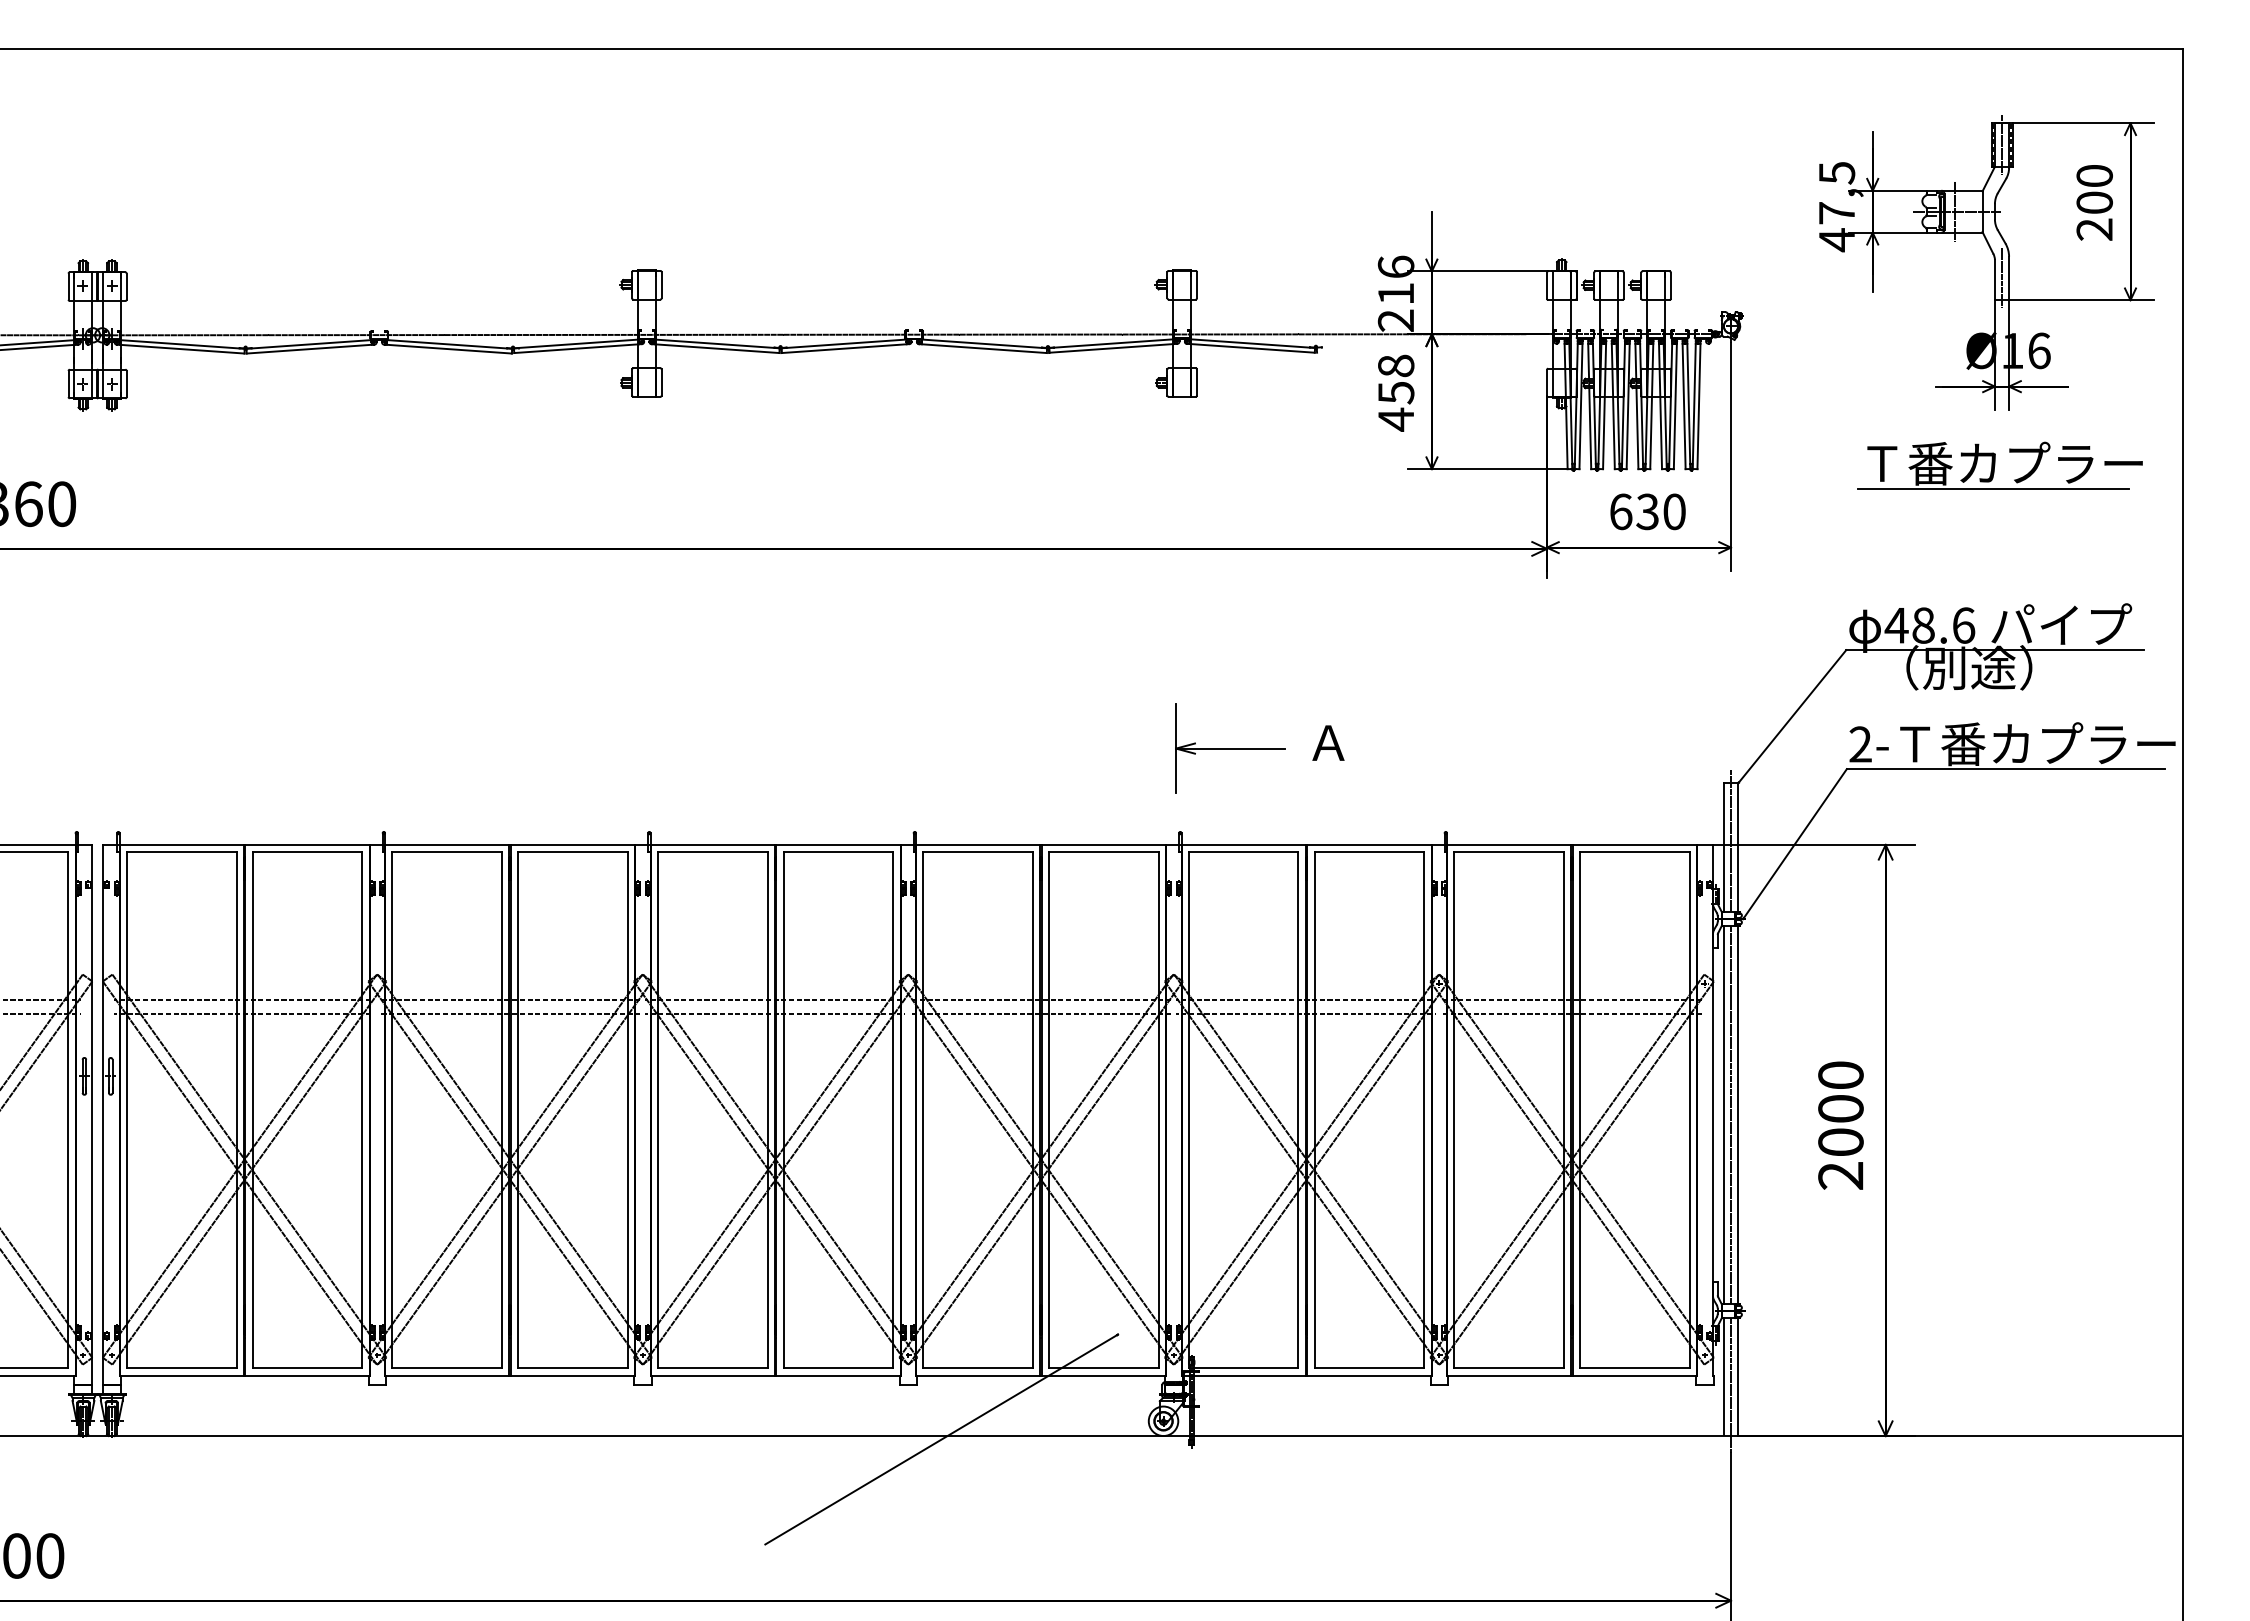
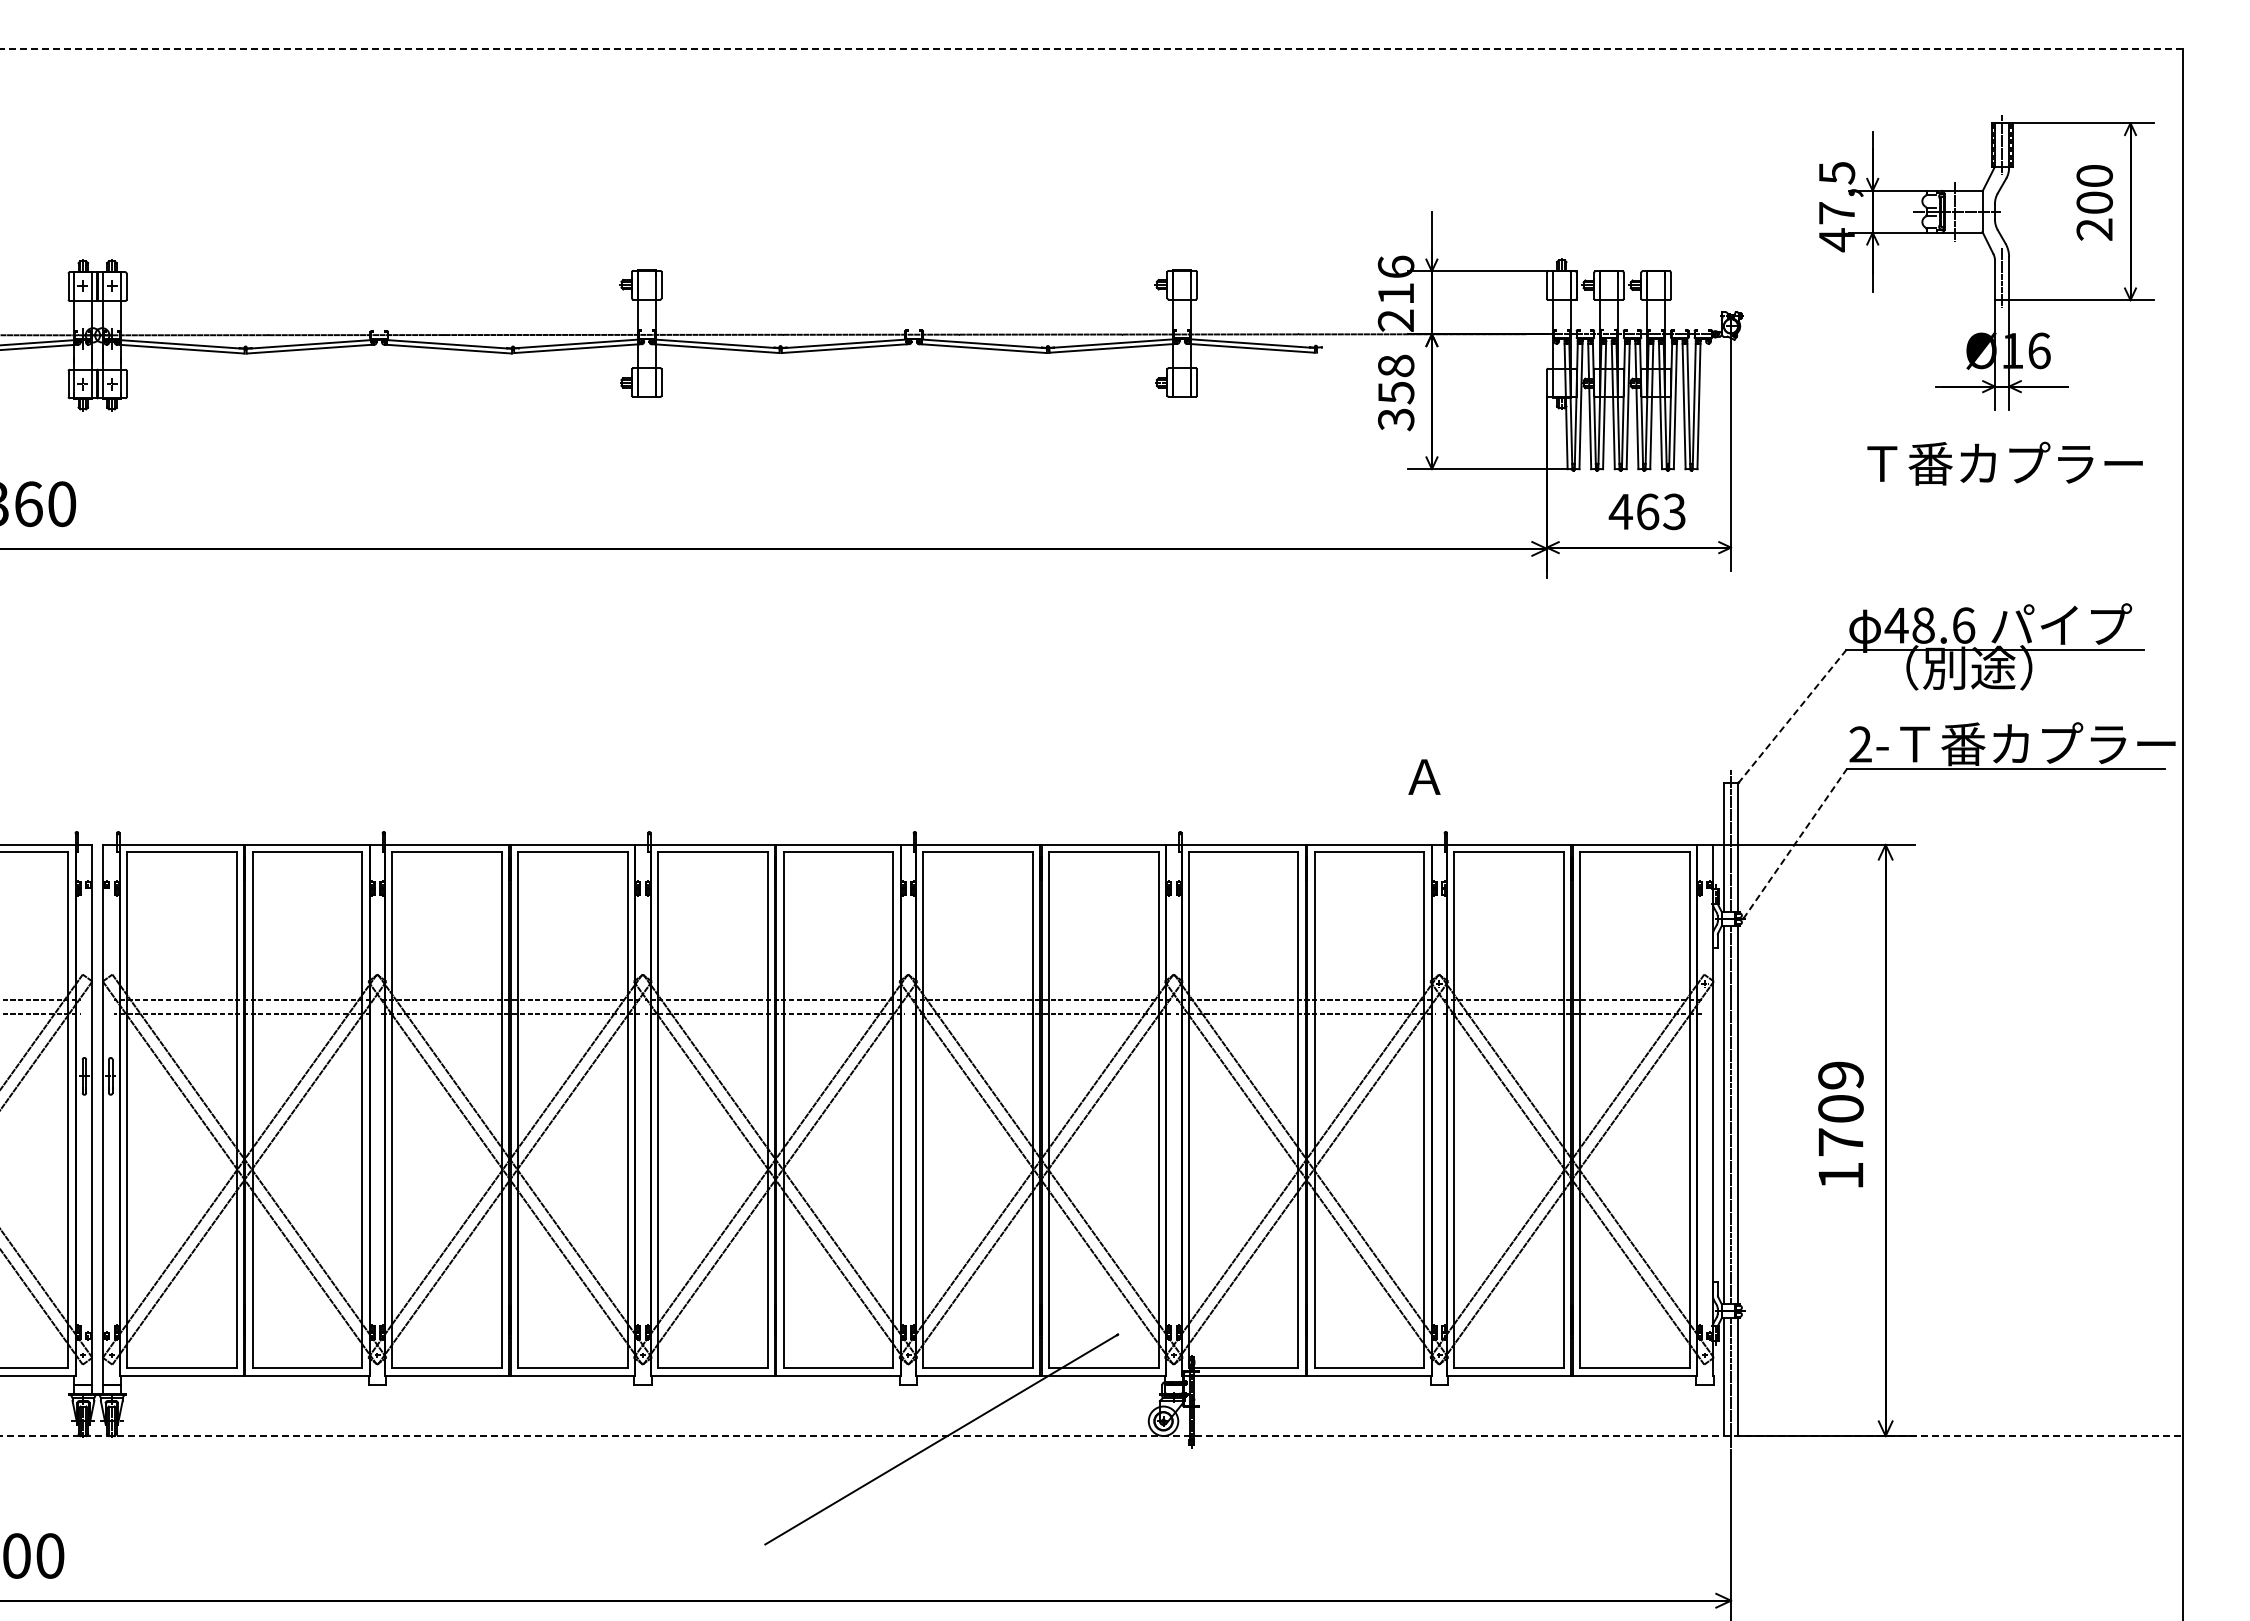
line at (1091, 48): solid -> dashed
text at (1396, 419): 458 -> 358
line at (1993, 488): present -> none
text at (1646, 511): 630 -> 463
line at (1792, 716): solid -> dashed
text at (1328, 742) position: (1328, 742) -> (1424, 776)
part at (1230, 748): present -> none
line at (1795, 843): solid -> dashed
text at (1840, 1125): 2000 -> 1709
line at (1090, 1436): solid -> dashed
